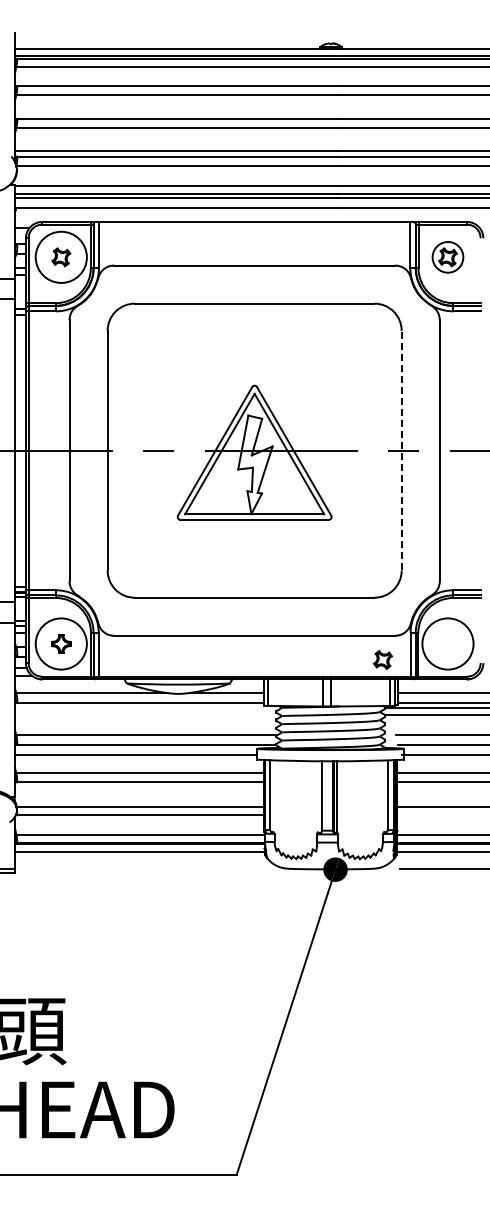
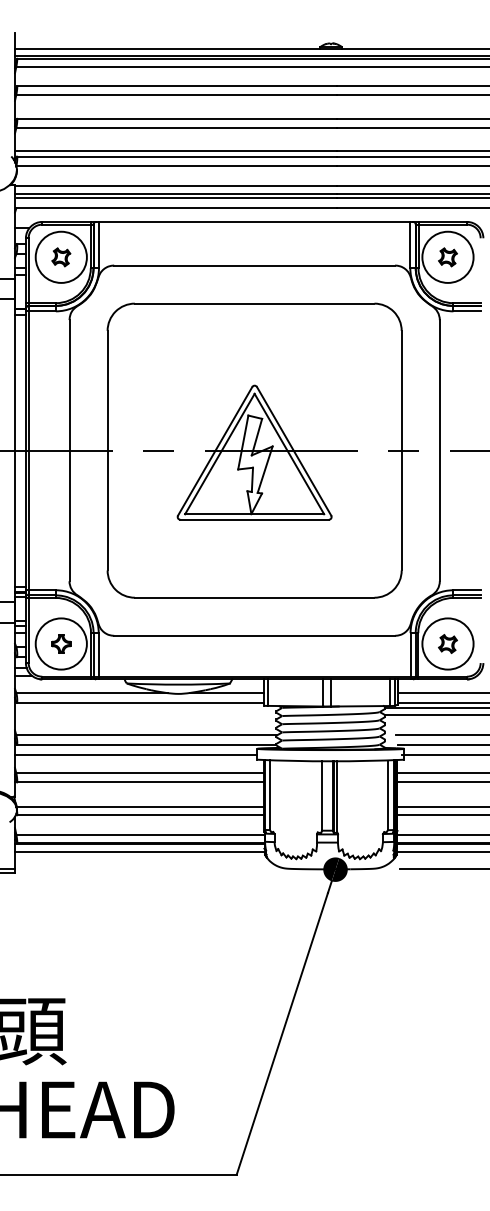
circle at (447, 257) diameter: 31 px -> 51 px
line at (401, 450): dashed -> solid
part at (382, 659) position: (382, 659) -> (447, 643)
line at (441, 815): none -> present
